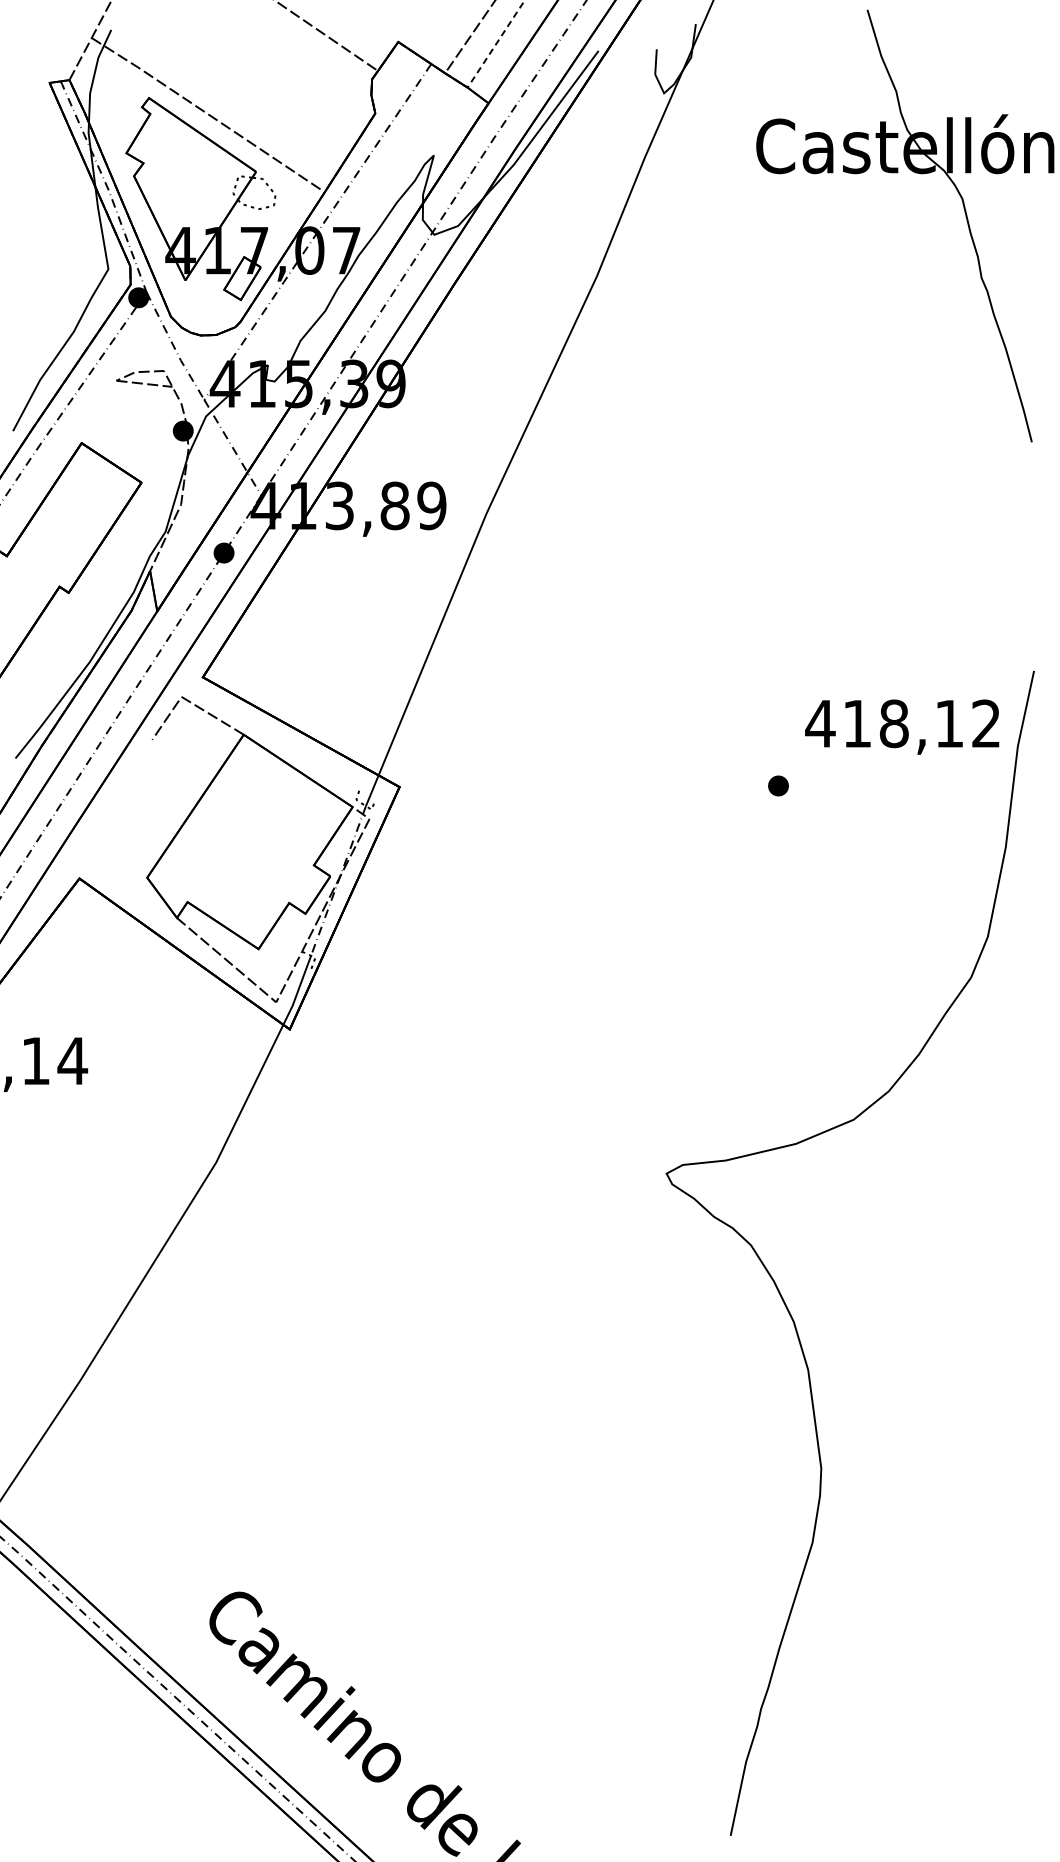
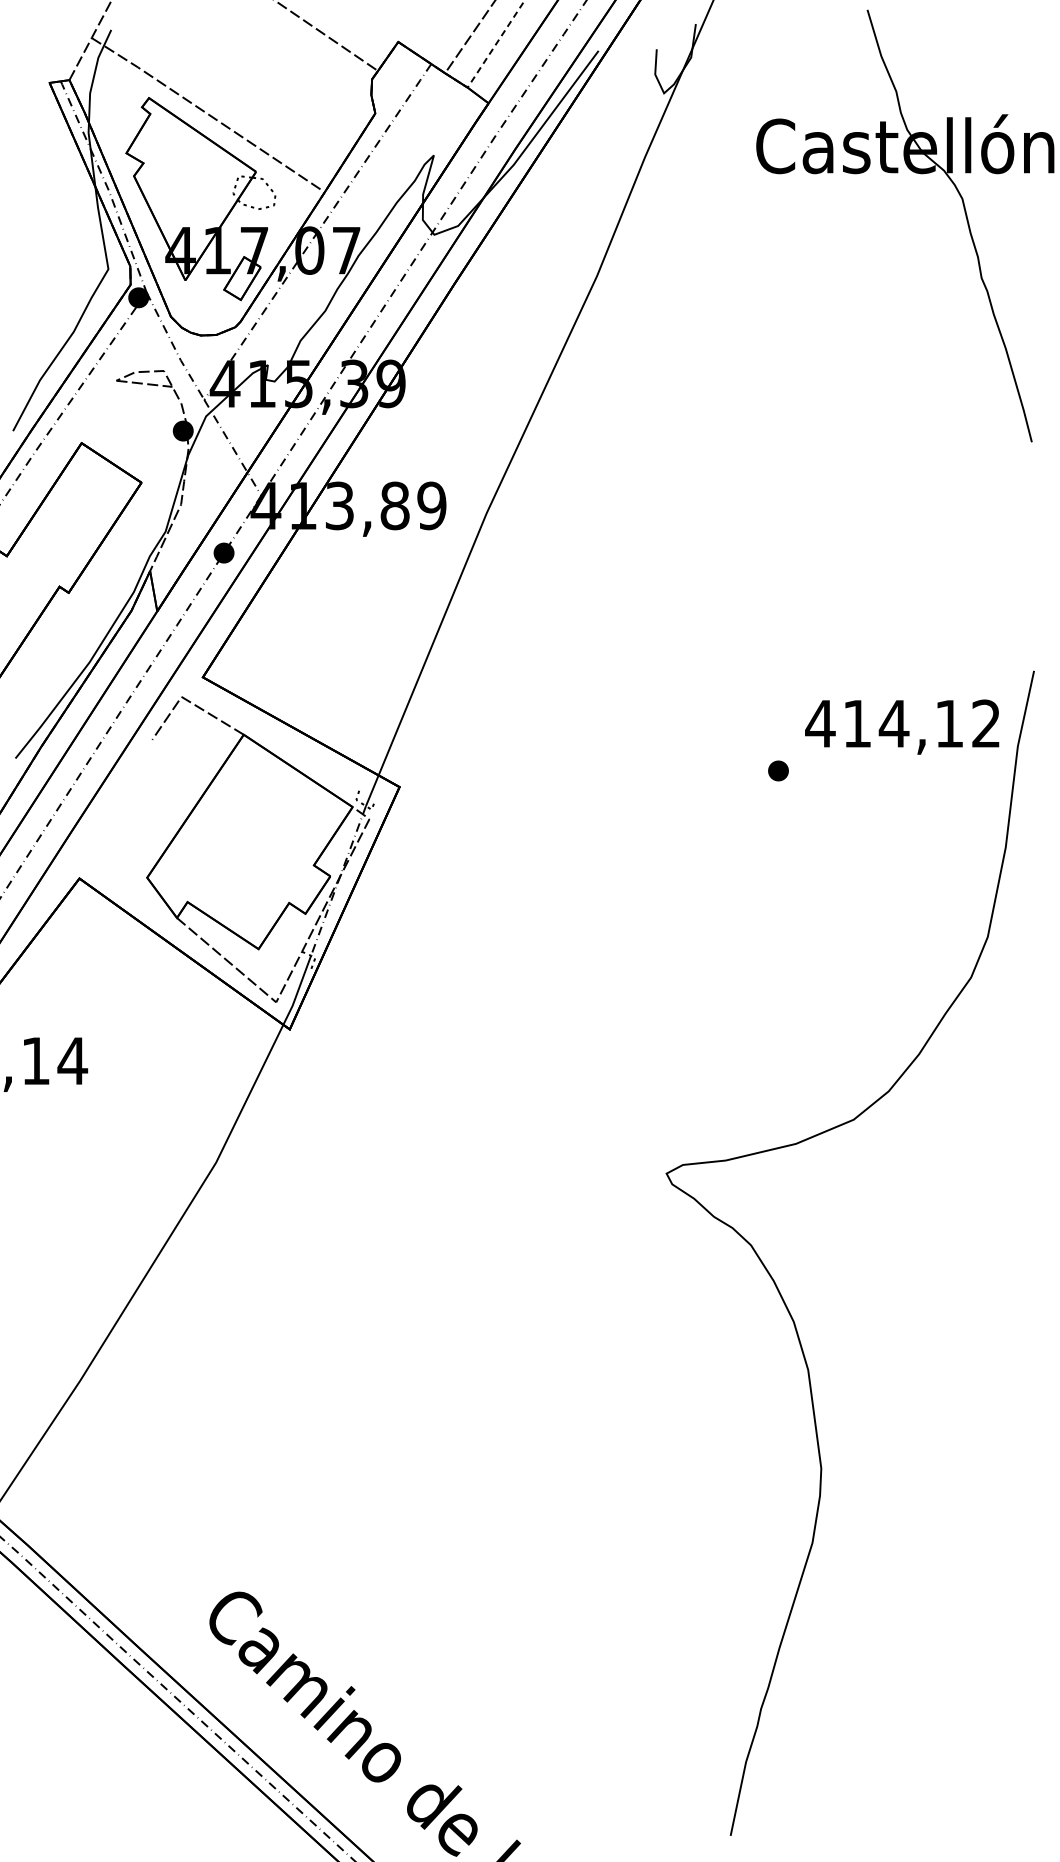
text at (893, 723): 418,12 -> 414,12
part at (778, 785) position: (778, 785) -> (778, 770)
